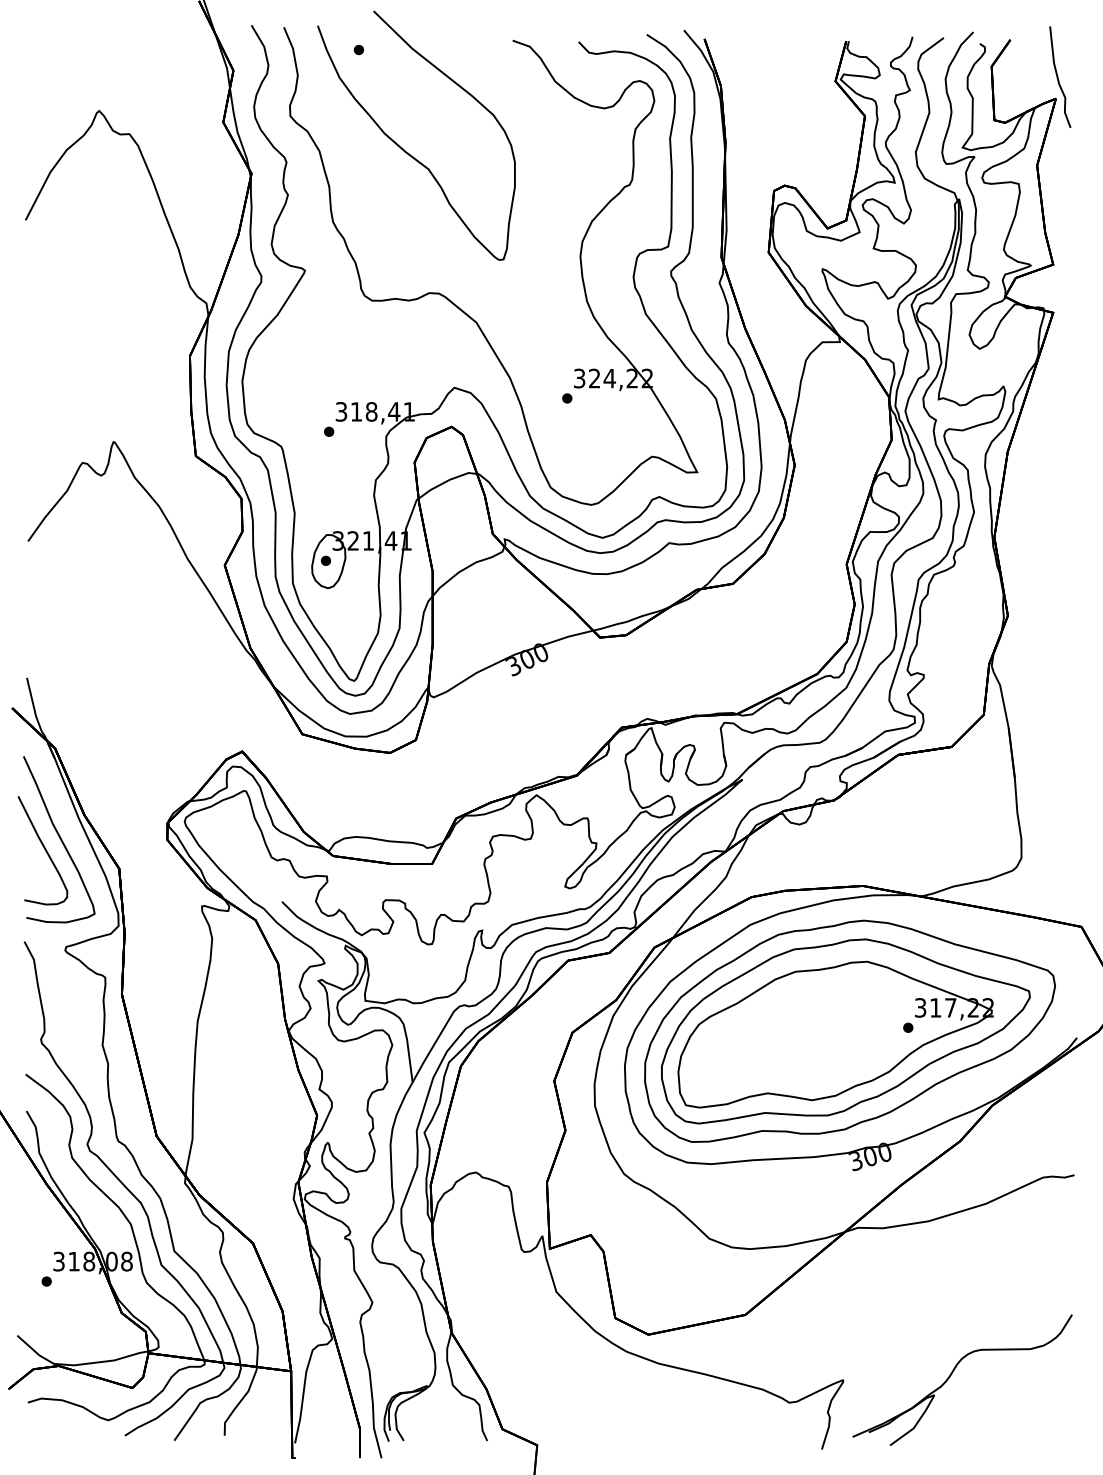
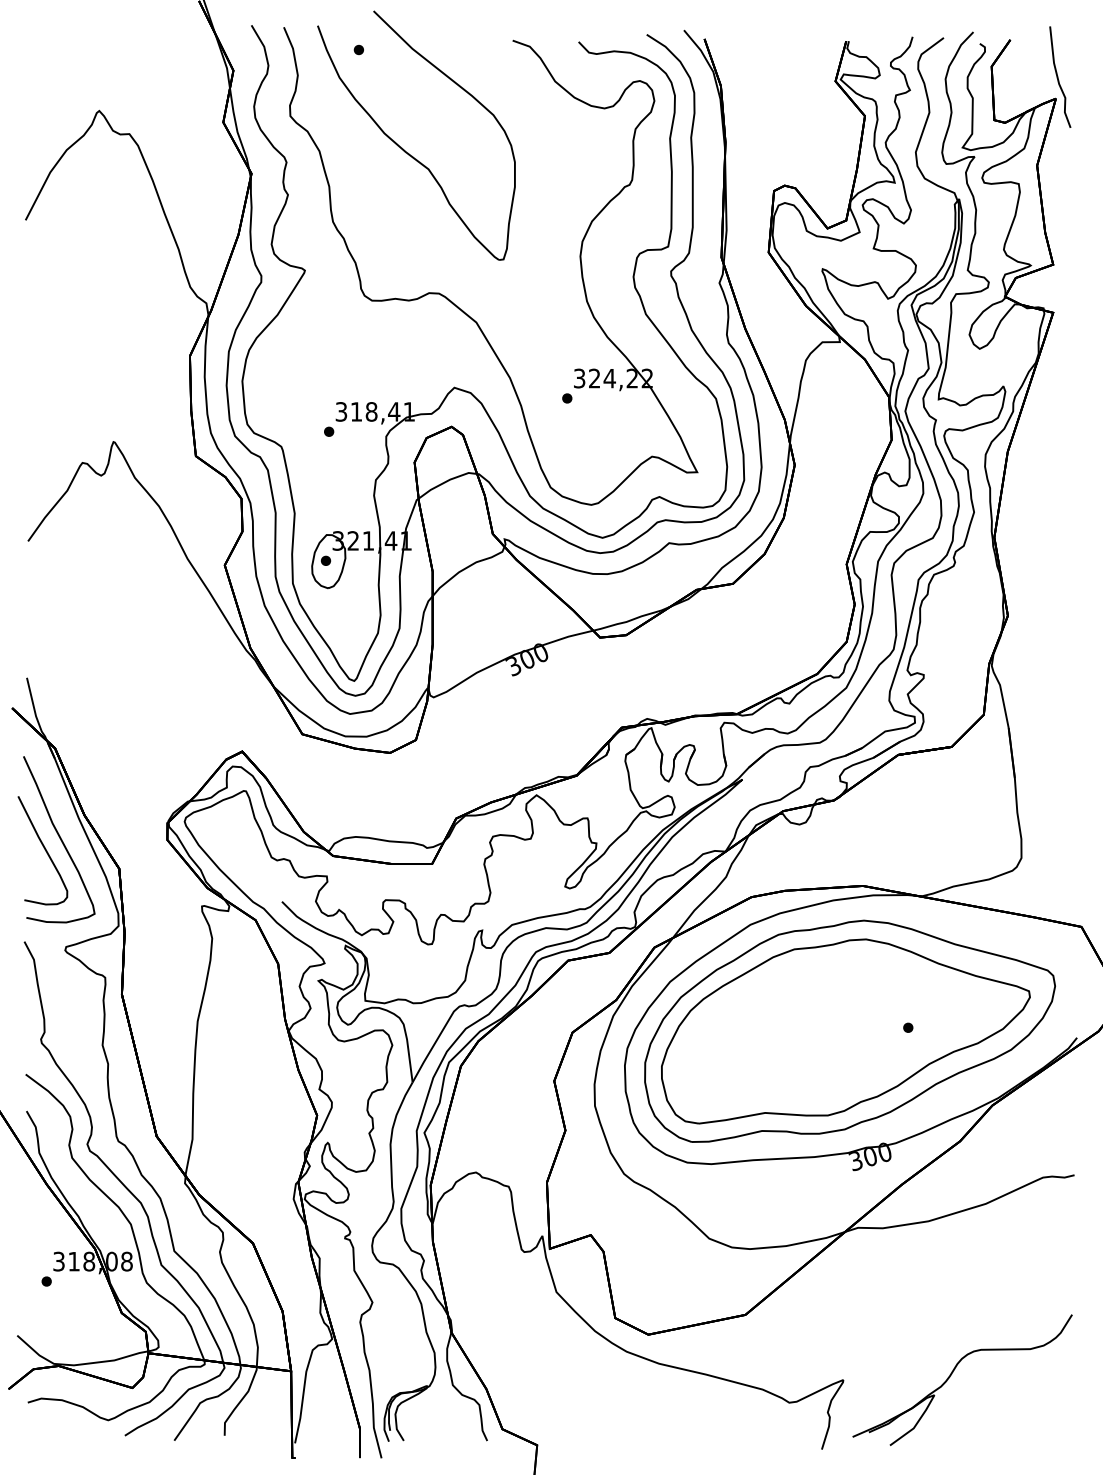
part at (835, 1034): present -> none
